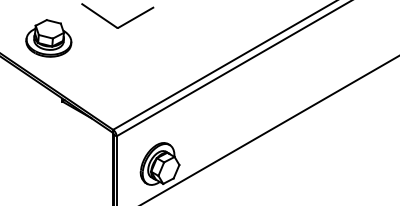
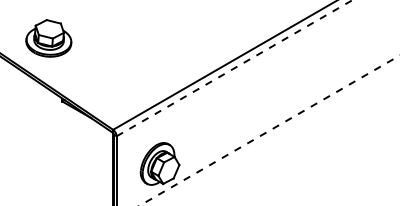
part at (111, 22): present -> none
line at (234, 68): solid -> dashed
line at (270, 130): solid -> dashed
